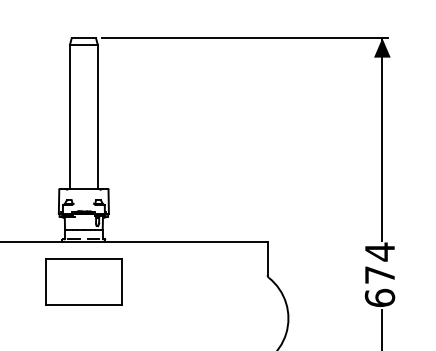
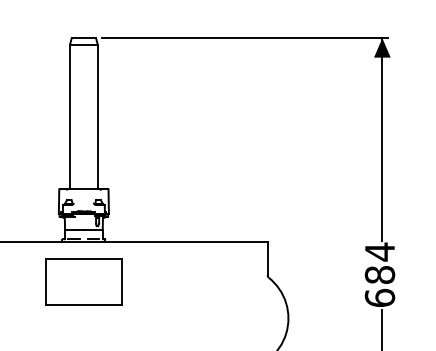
text at (379, 275): 674 -> 684
